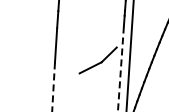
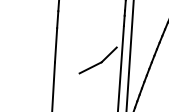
line at (120, 68): dashed -> solid
line at (53, 87): dashed -> solid
